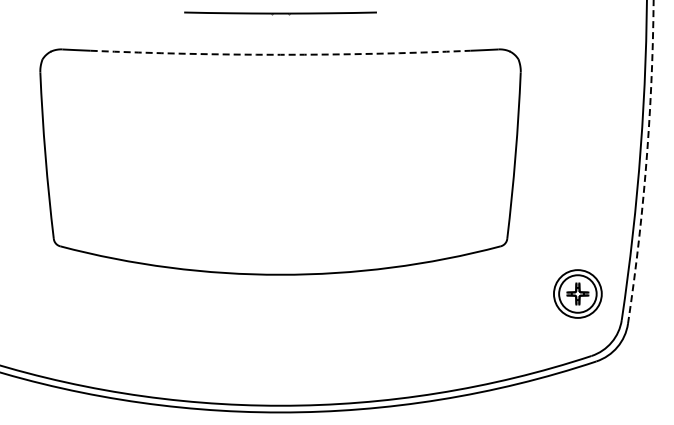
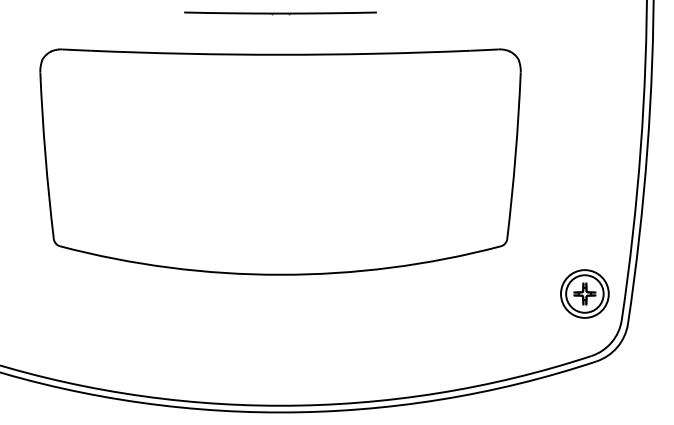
arc at (280, 54): dashed -> solid
arc at (646, 161): dashed -> solid
part at (577, 293) position: (577, 293) -> (584, 293)
